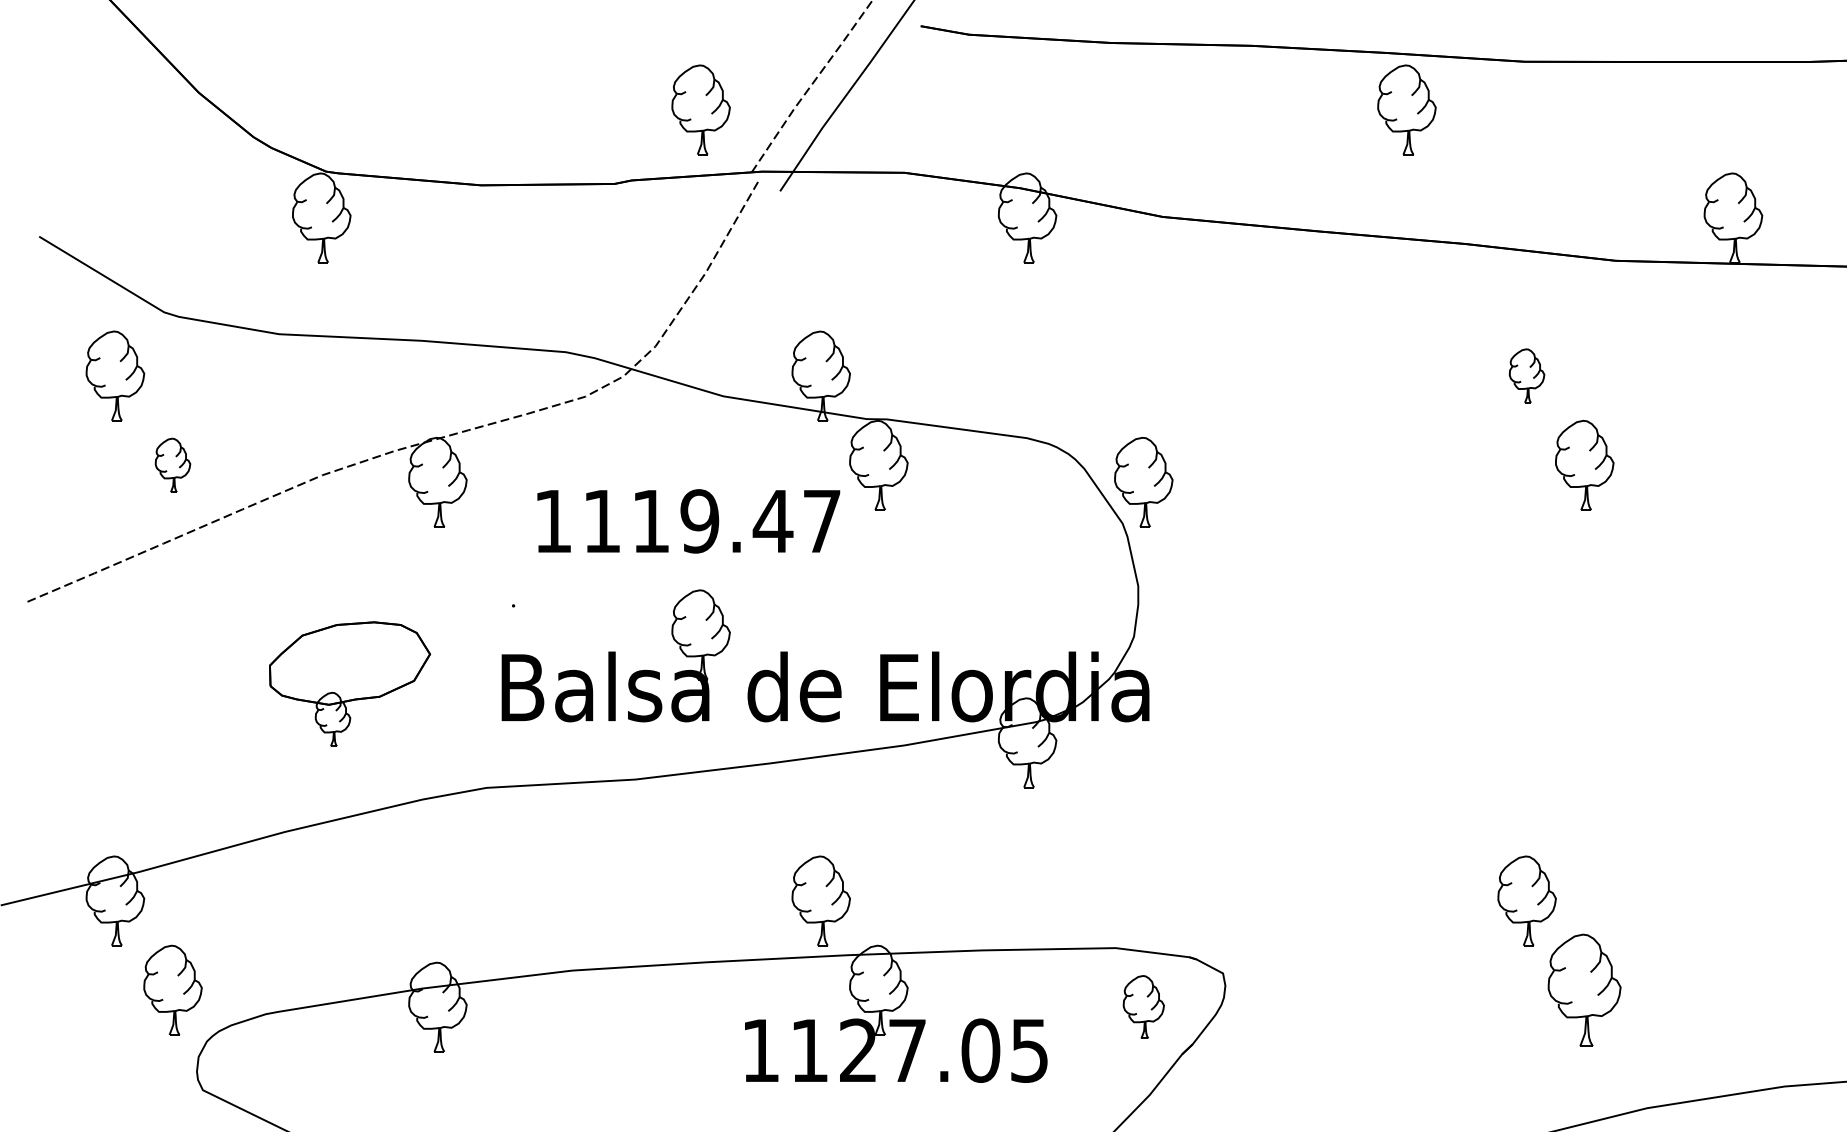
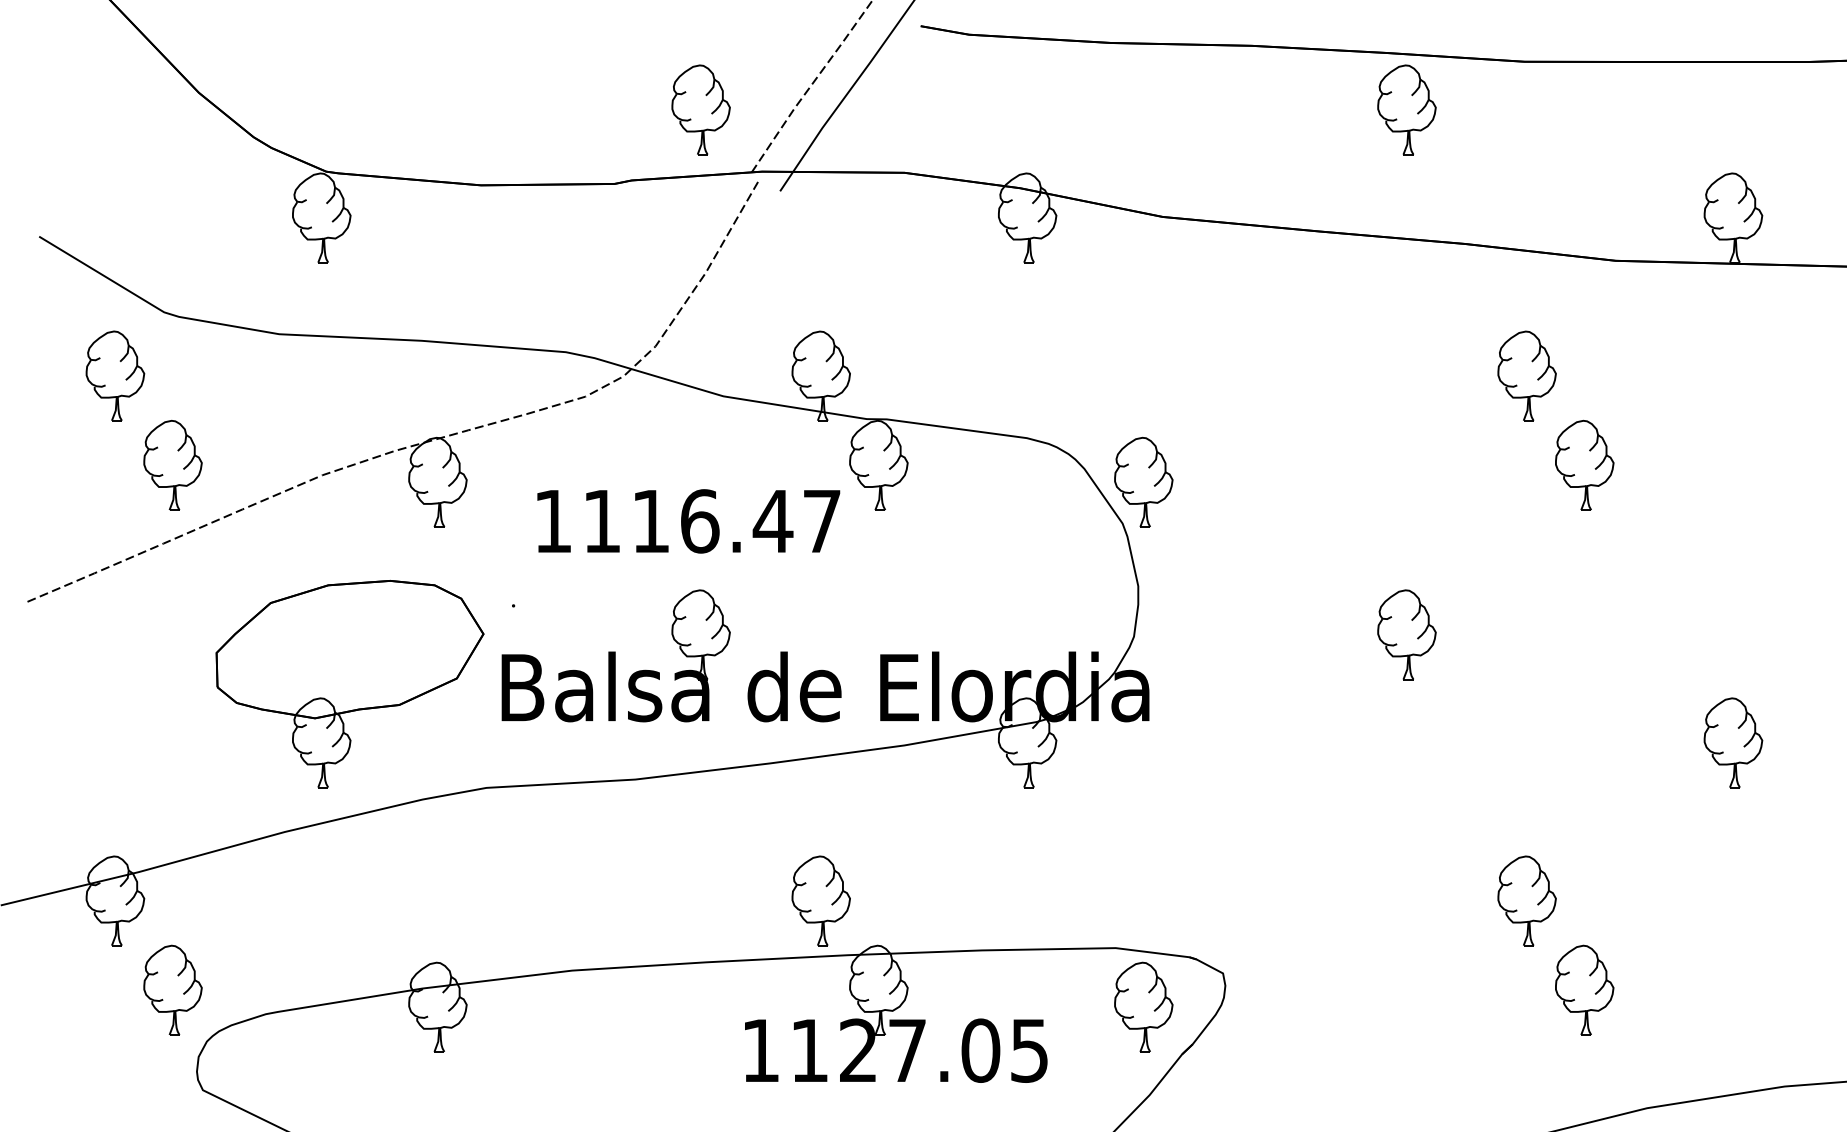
part at (1527, 375) size: 37x56 px -> 60x92 px
part at (172, 464) size: 38x56 px -> 60x91 px
text at (699, 521): 1119.47 -> 1116.47
part at (1406, 634): none -> present
part at (350, 683) size: 163x126 px -> 270x209 px
part at (1733, 742): none -> present
part at (1584, 989) size: 75x114 px -> 60x92 px
part at (1143, 1006) size: 43x64 px -> 60x92 px
